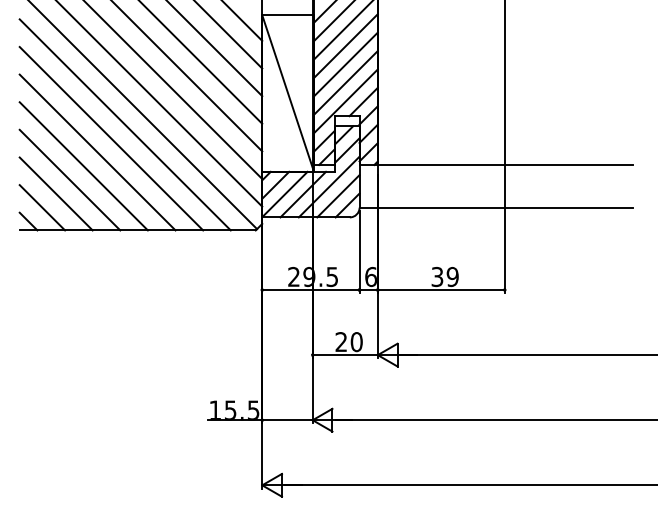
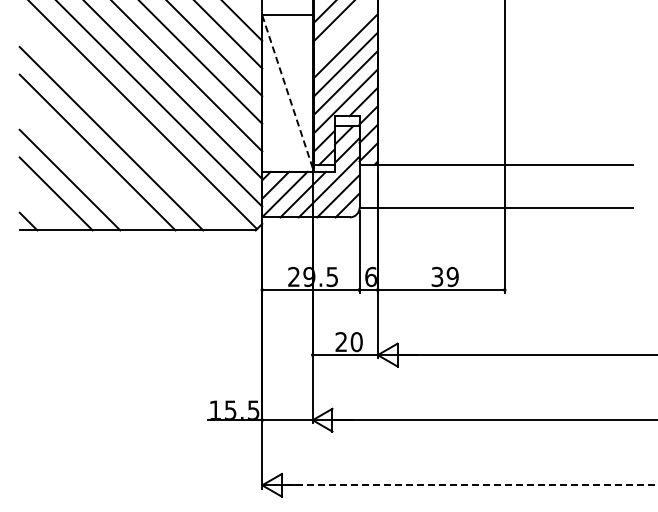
line at (342, 30): present -> none
line at (288, 94): solid -> dashed
line at (124, 124): present -> none
line at (83, 166): present -> none
line at (42, 207): present -> none
line at (472, 485): solid -> dashed
